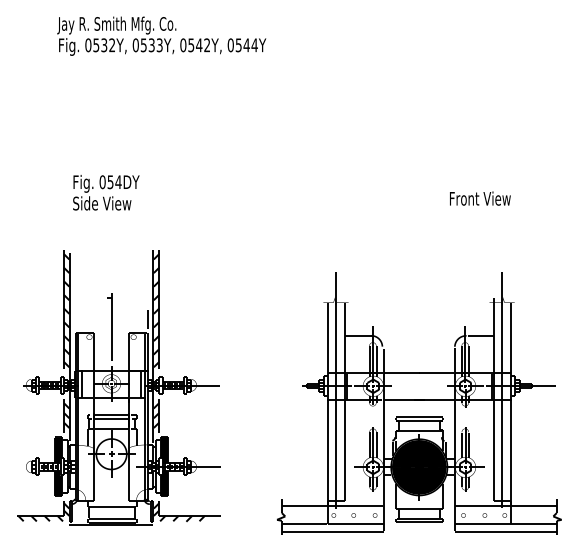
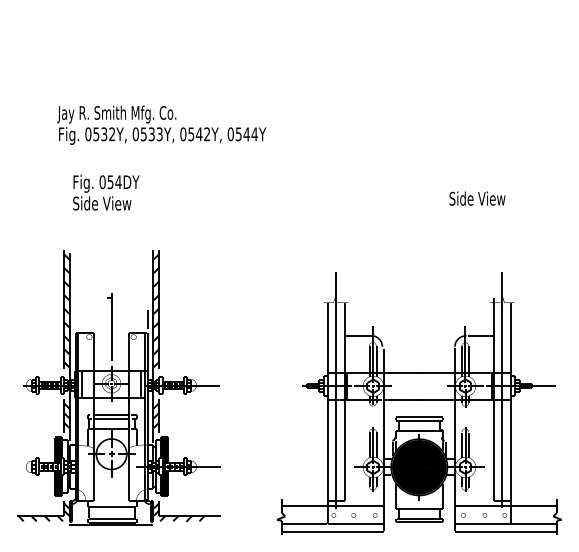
text at (161, 35) position: (161, 35) -> (161, 124)
text at (479, 198): Front View -> Side View
